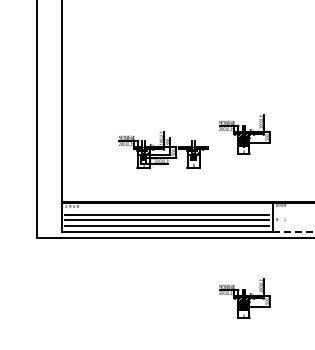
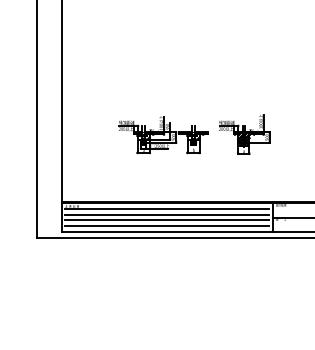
part at (163, 150) position: (163, 150) -> (163, 135)
line at (166, 209): none -> present
line at (292, 217): none -> present
line at (293, 231): dashed -> solid
part at (244, 298): present -> none
